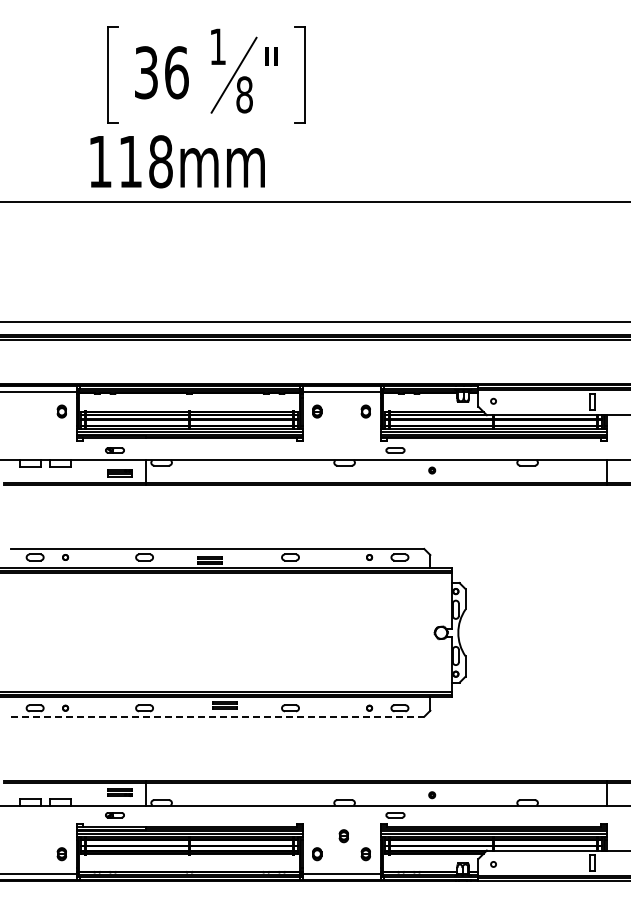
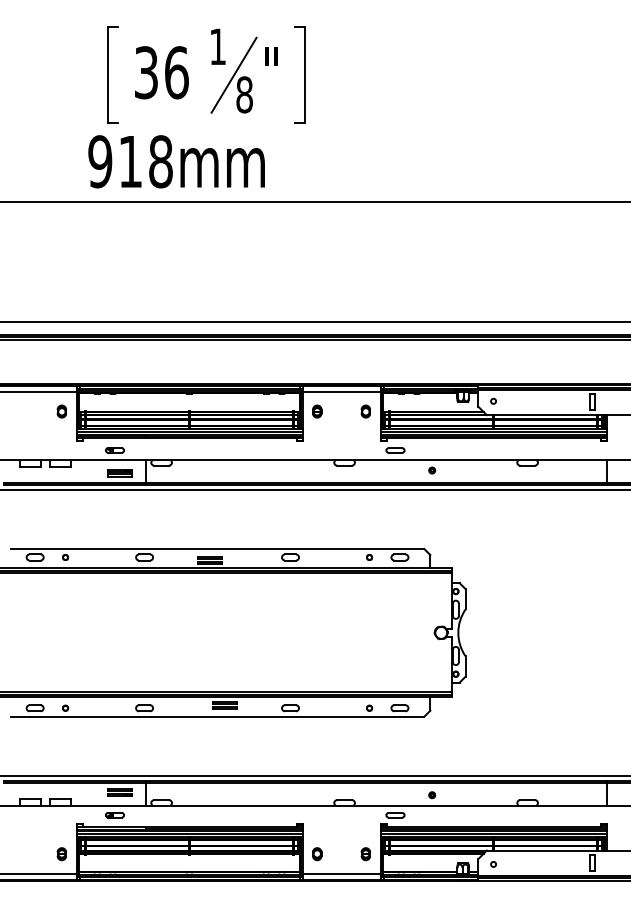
text at (100, 161): 118mm -> 918mm
line at (314, 490): none -> present
line at (217, 716): dashed -> solid
line at (314, 775): none -> present
part at (343, 836): present -> none
